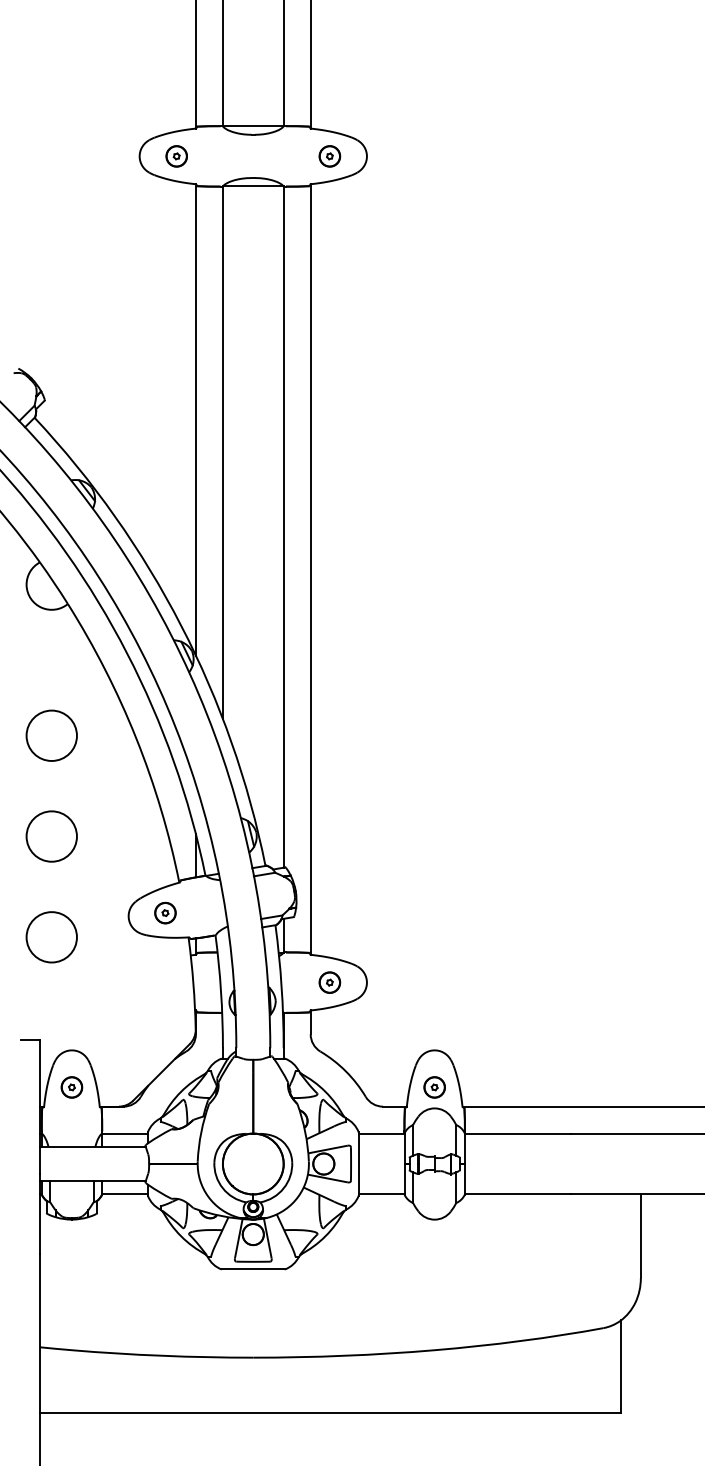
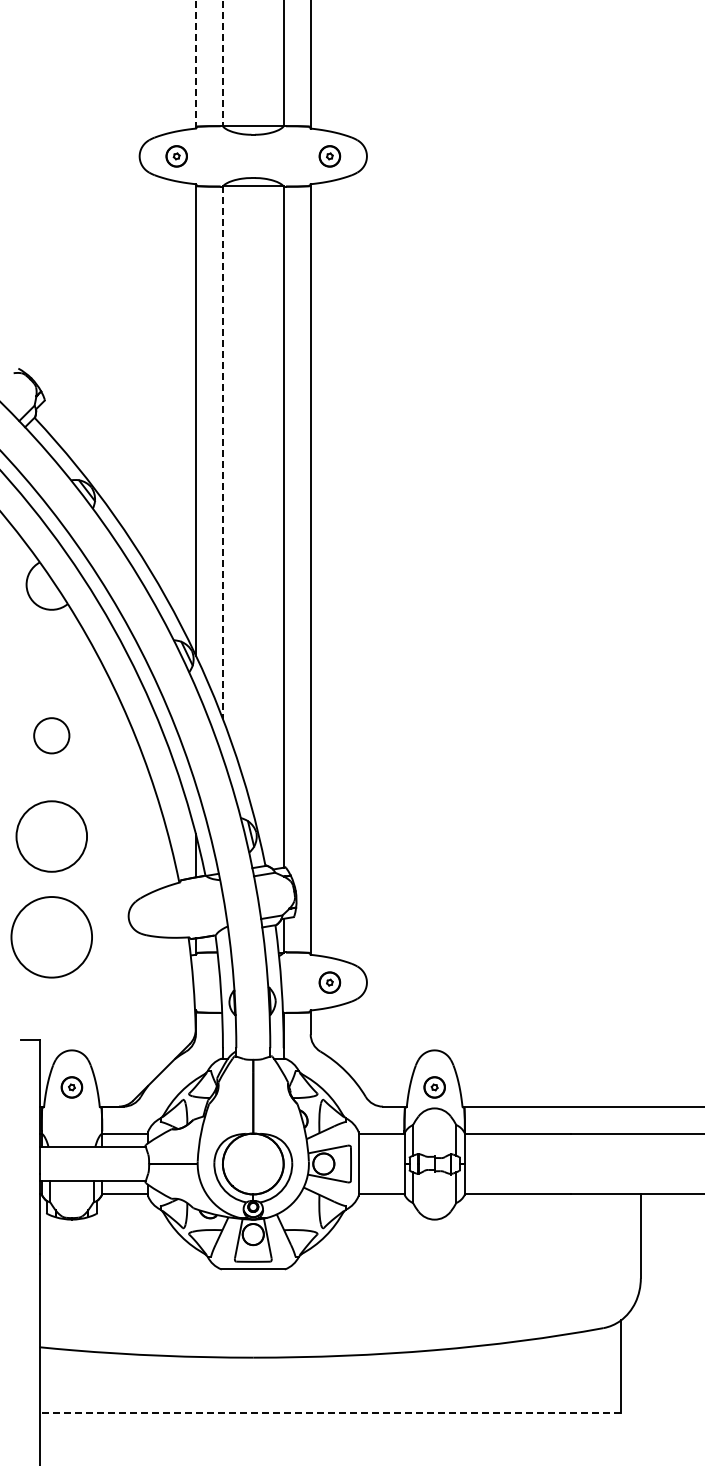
line at (222, 63): solid -> dashed
line at (195, 64): solid -> dashed
line at (222, 453): solid -> dashed
circle at (51, 735) diameter: 50 px -> 35 px
circle at (51, 836) diameter: 50 px -> 71 px
part at (165, 912): present -> none
circle at (51, 937) diameter: 50 px -> 81 px
line at (330, 1412): solid -> dashed
